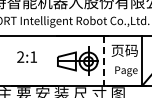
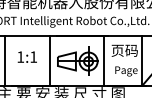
text at (20, 56): 2:1 -> 1:1
line at (5, 60): none -> present
line at (49, 60): none -> present
line at (104, 60): dashed -> solid
